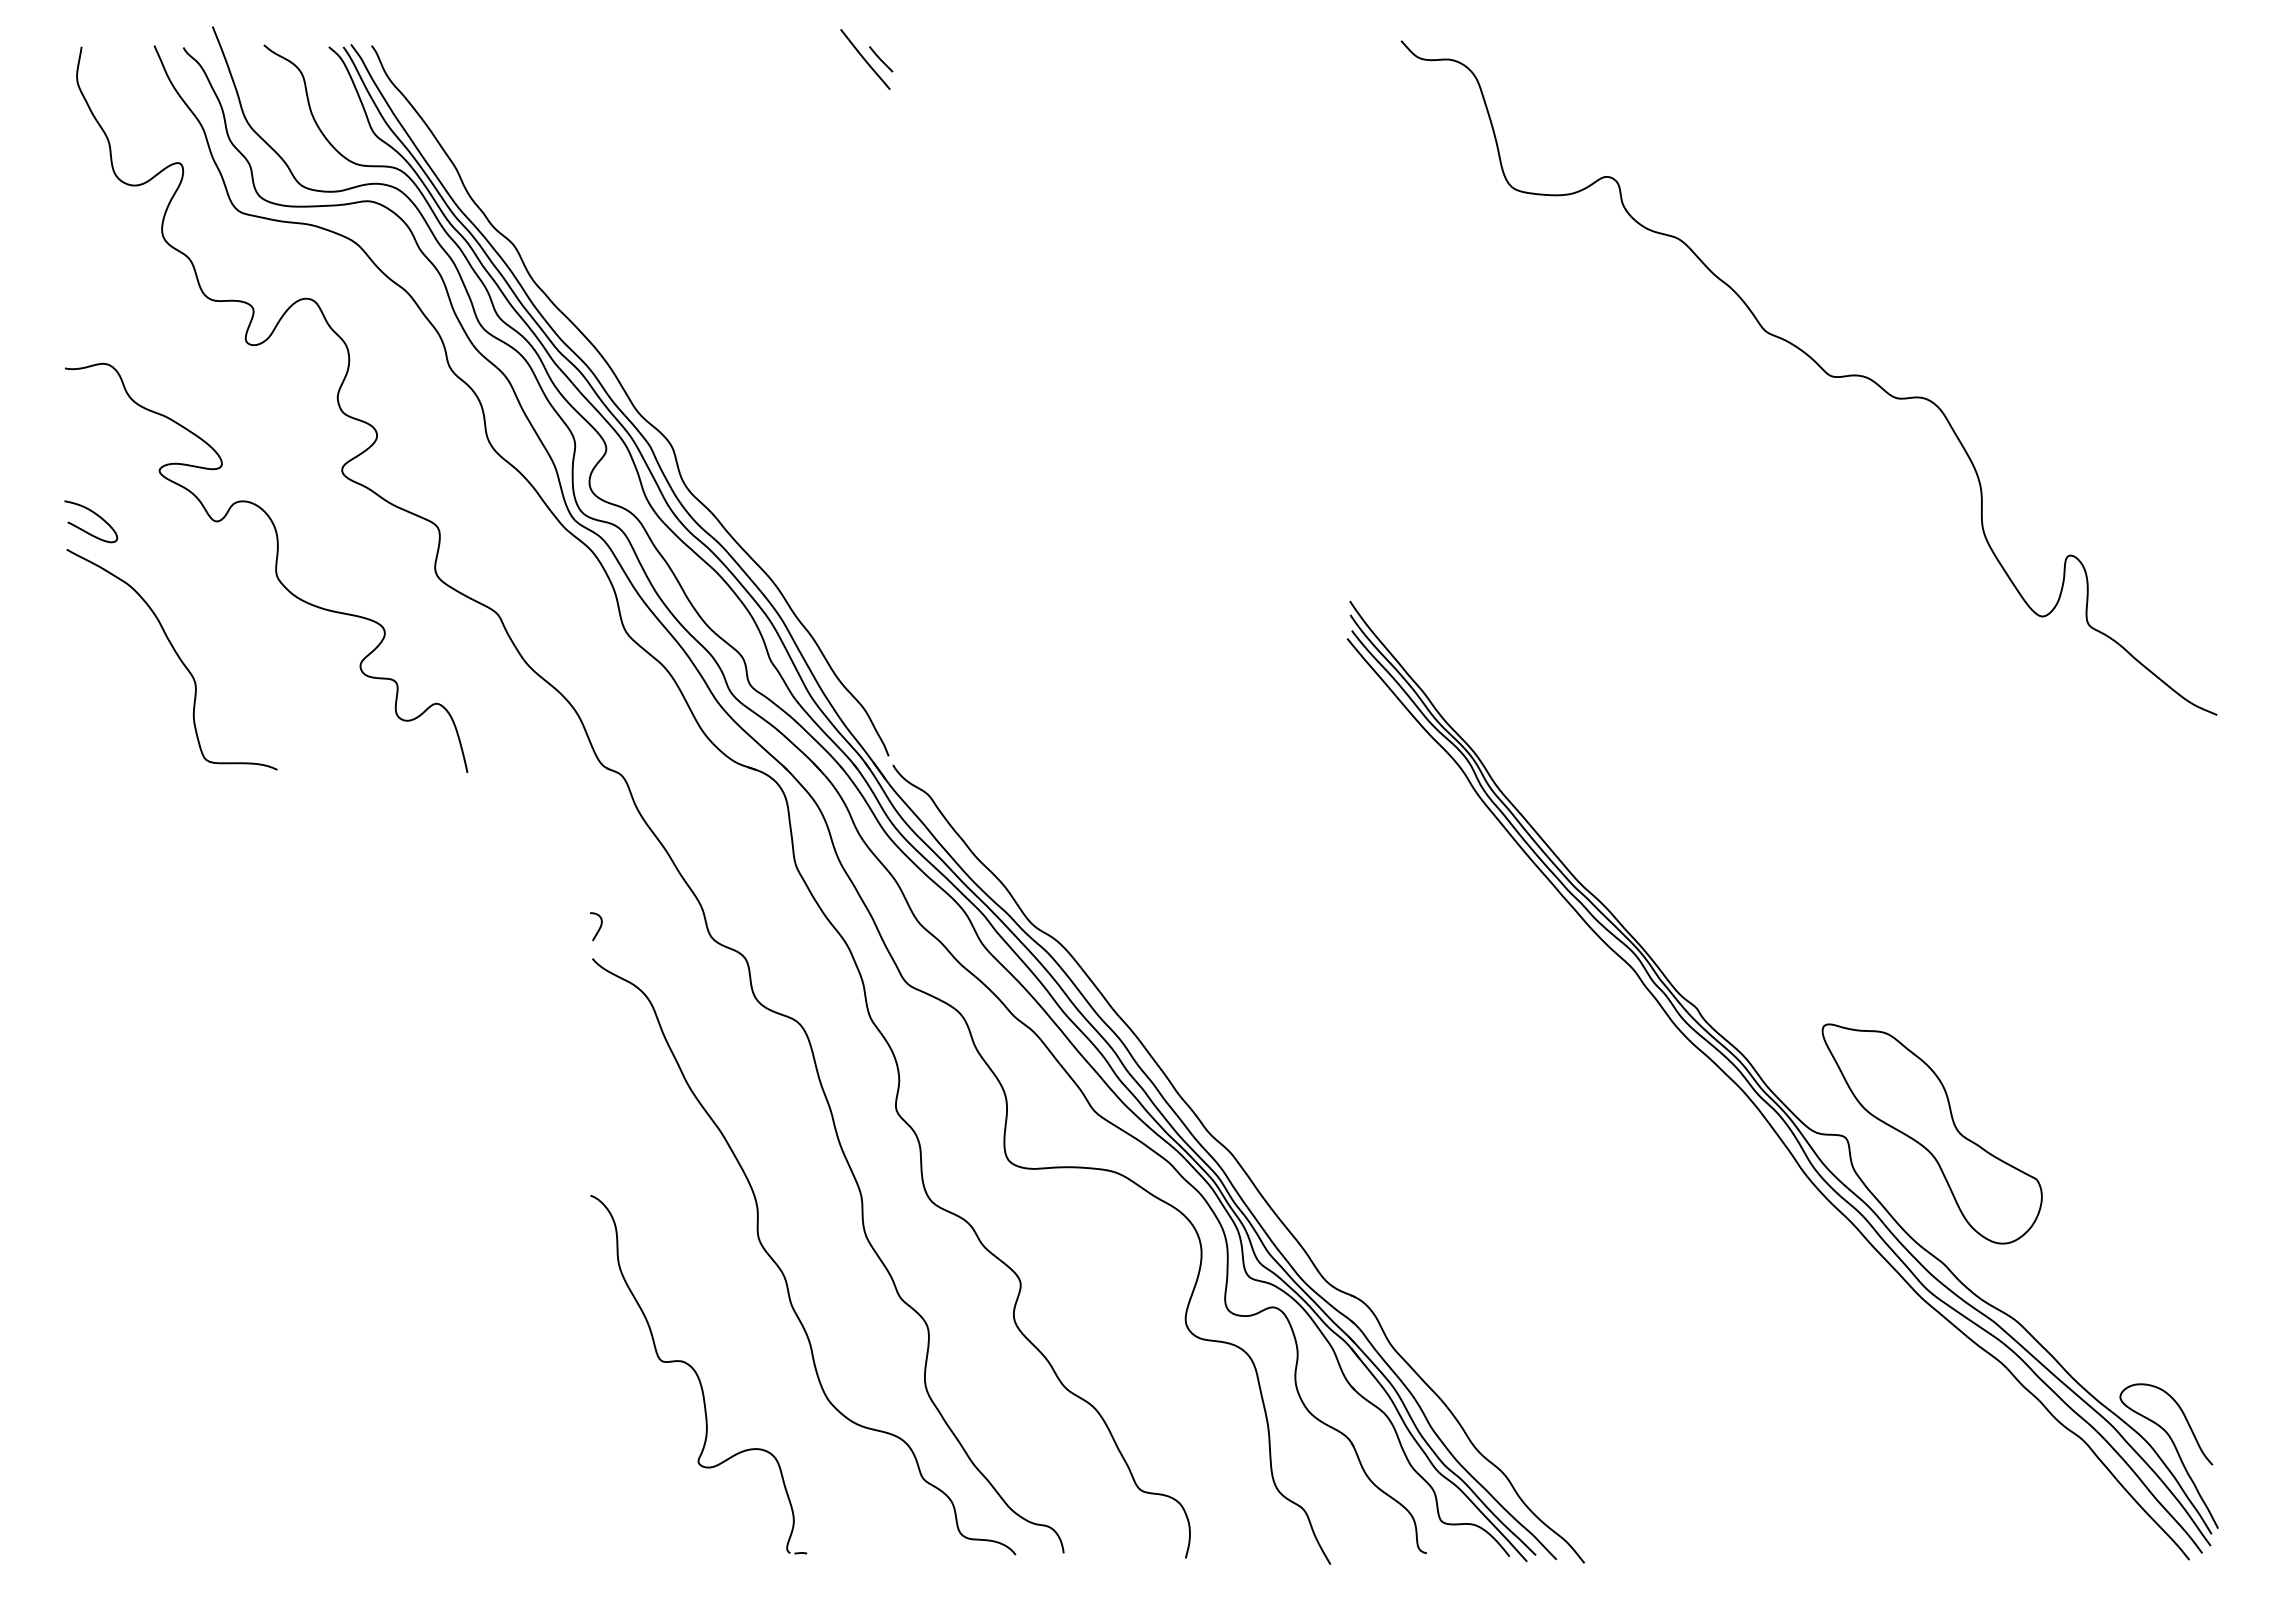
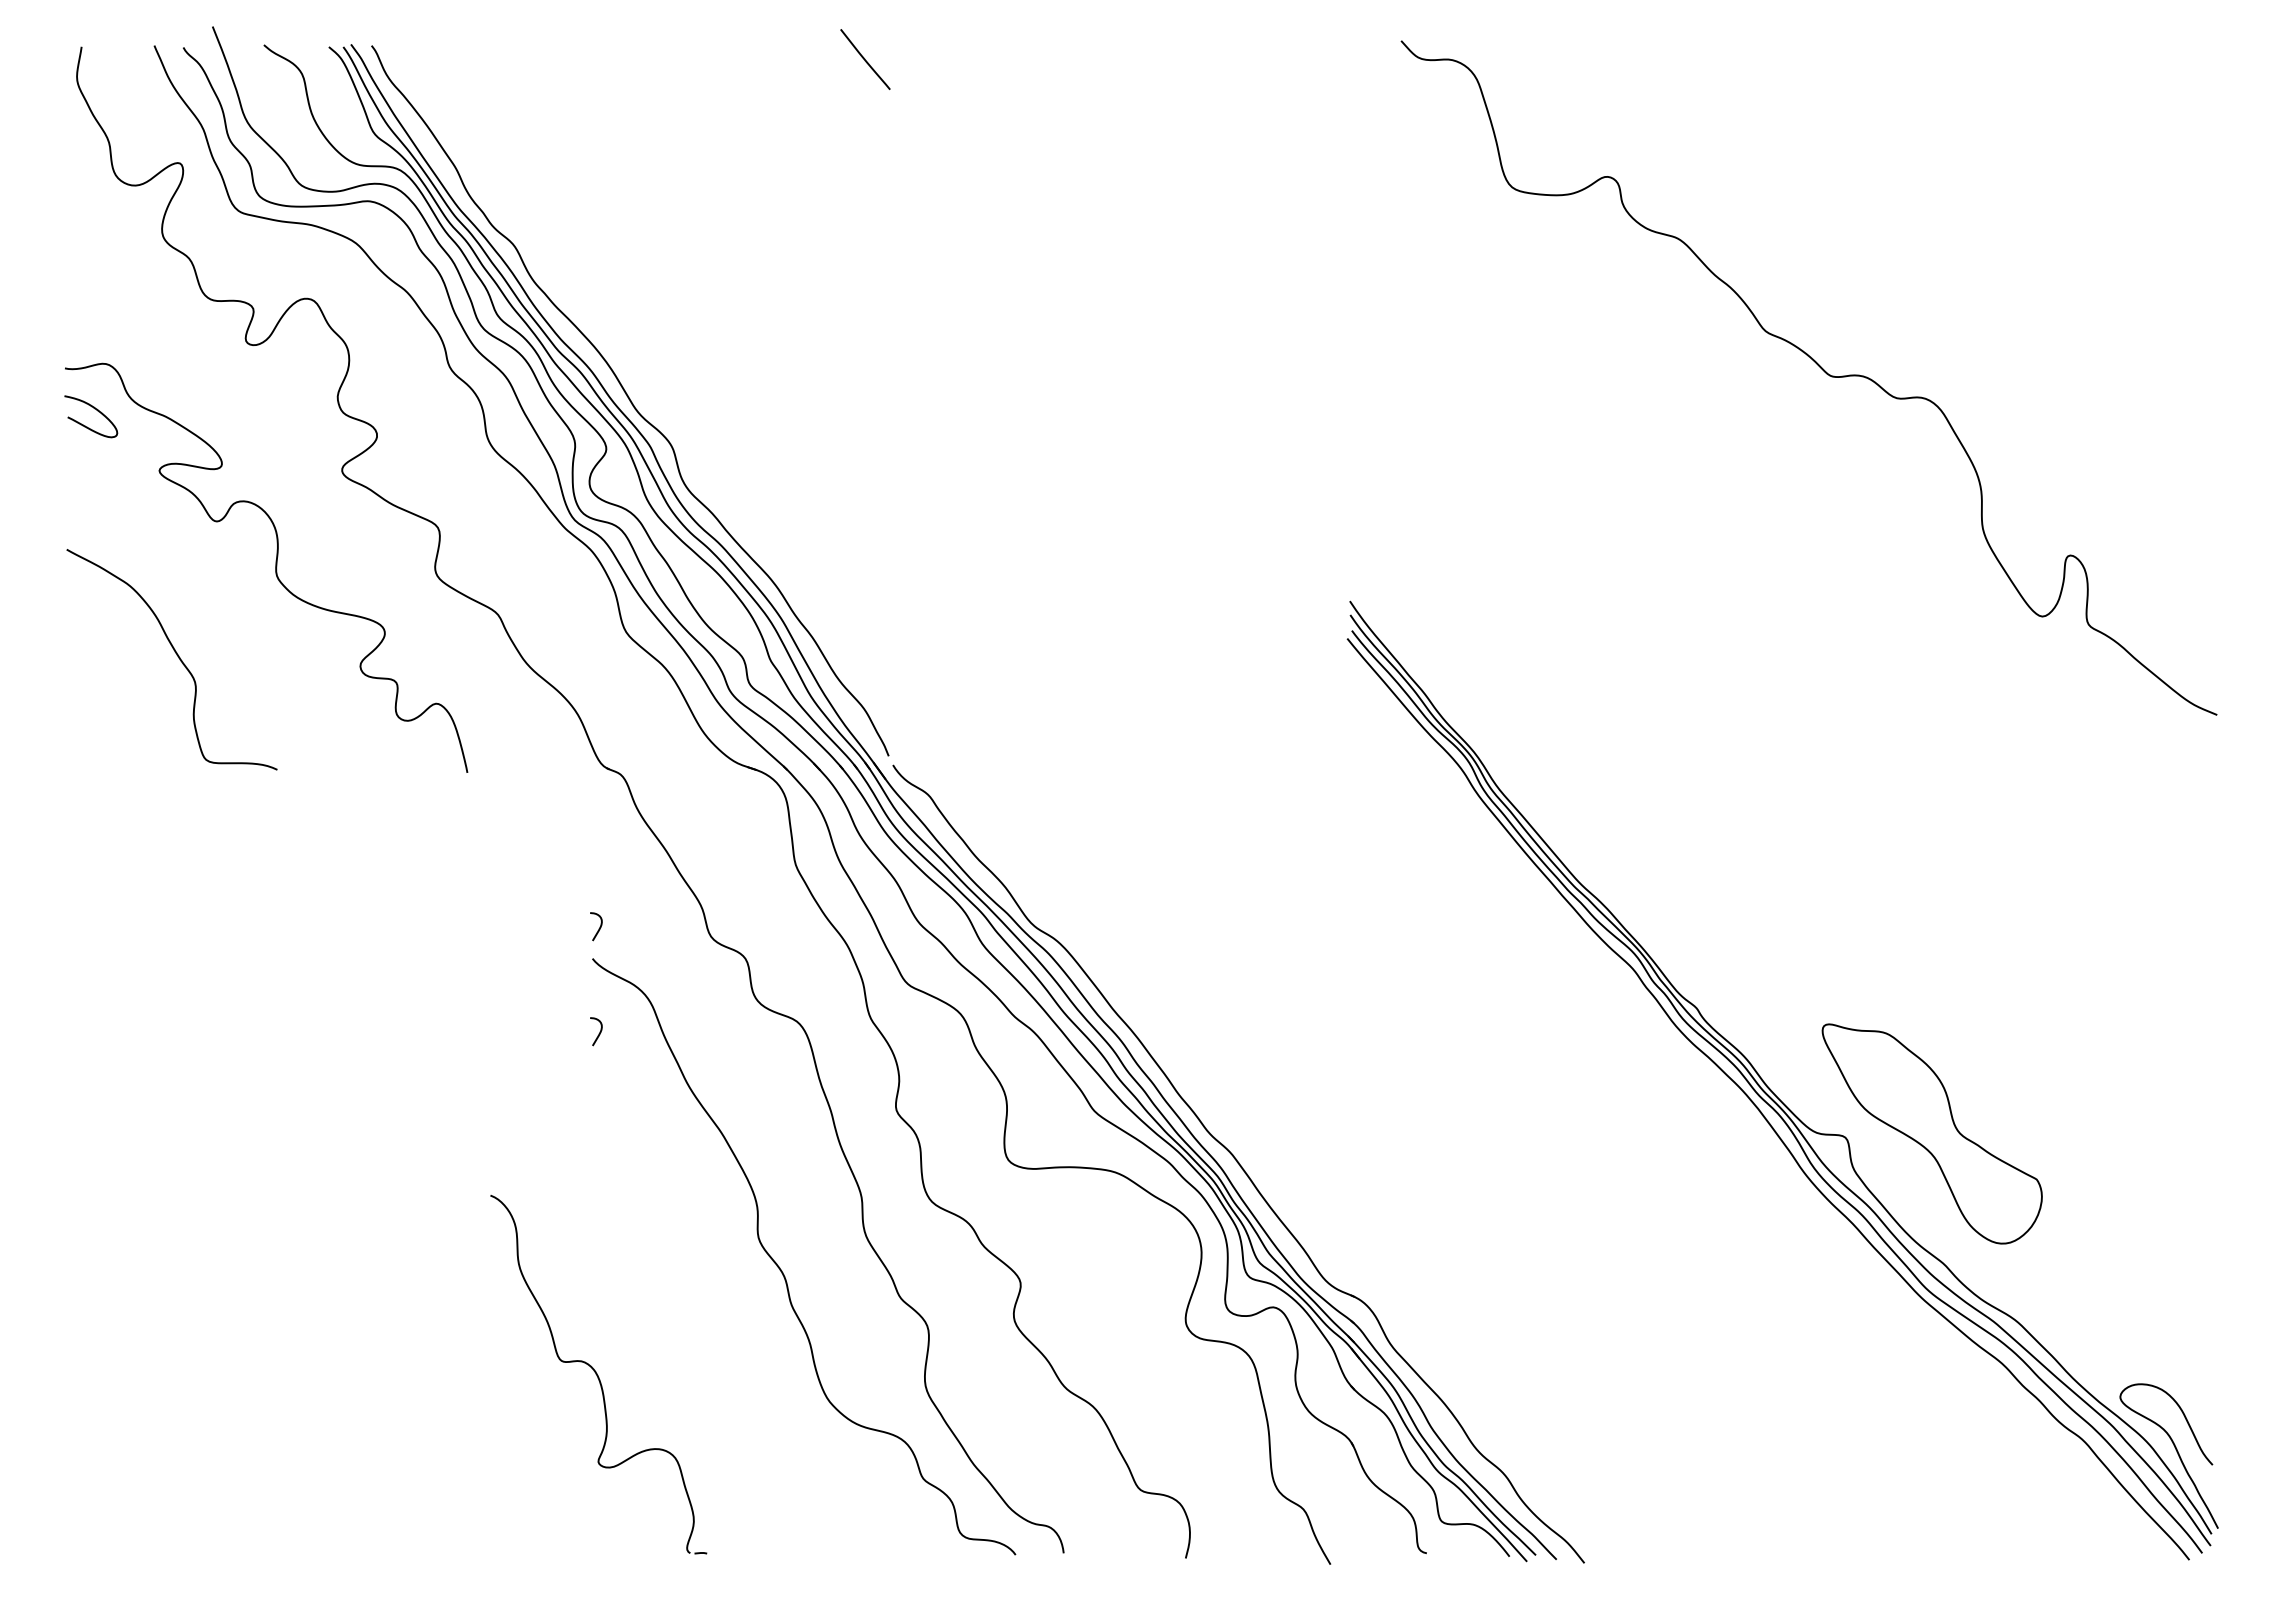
line at (881, 59): present -> none
curve at (94, 514) position: (94, 514) -> (94, 409)
curve at (598, 1033): none -> present
part at (698, 1374) position: (698, 1374) -> (598, 1374)
